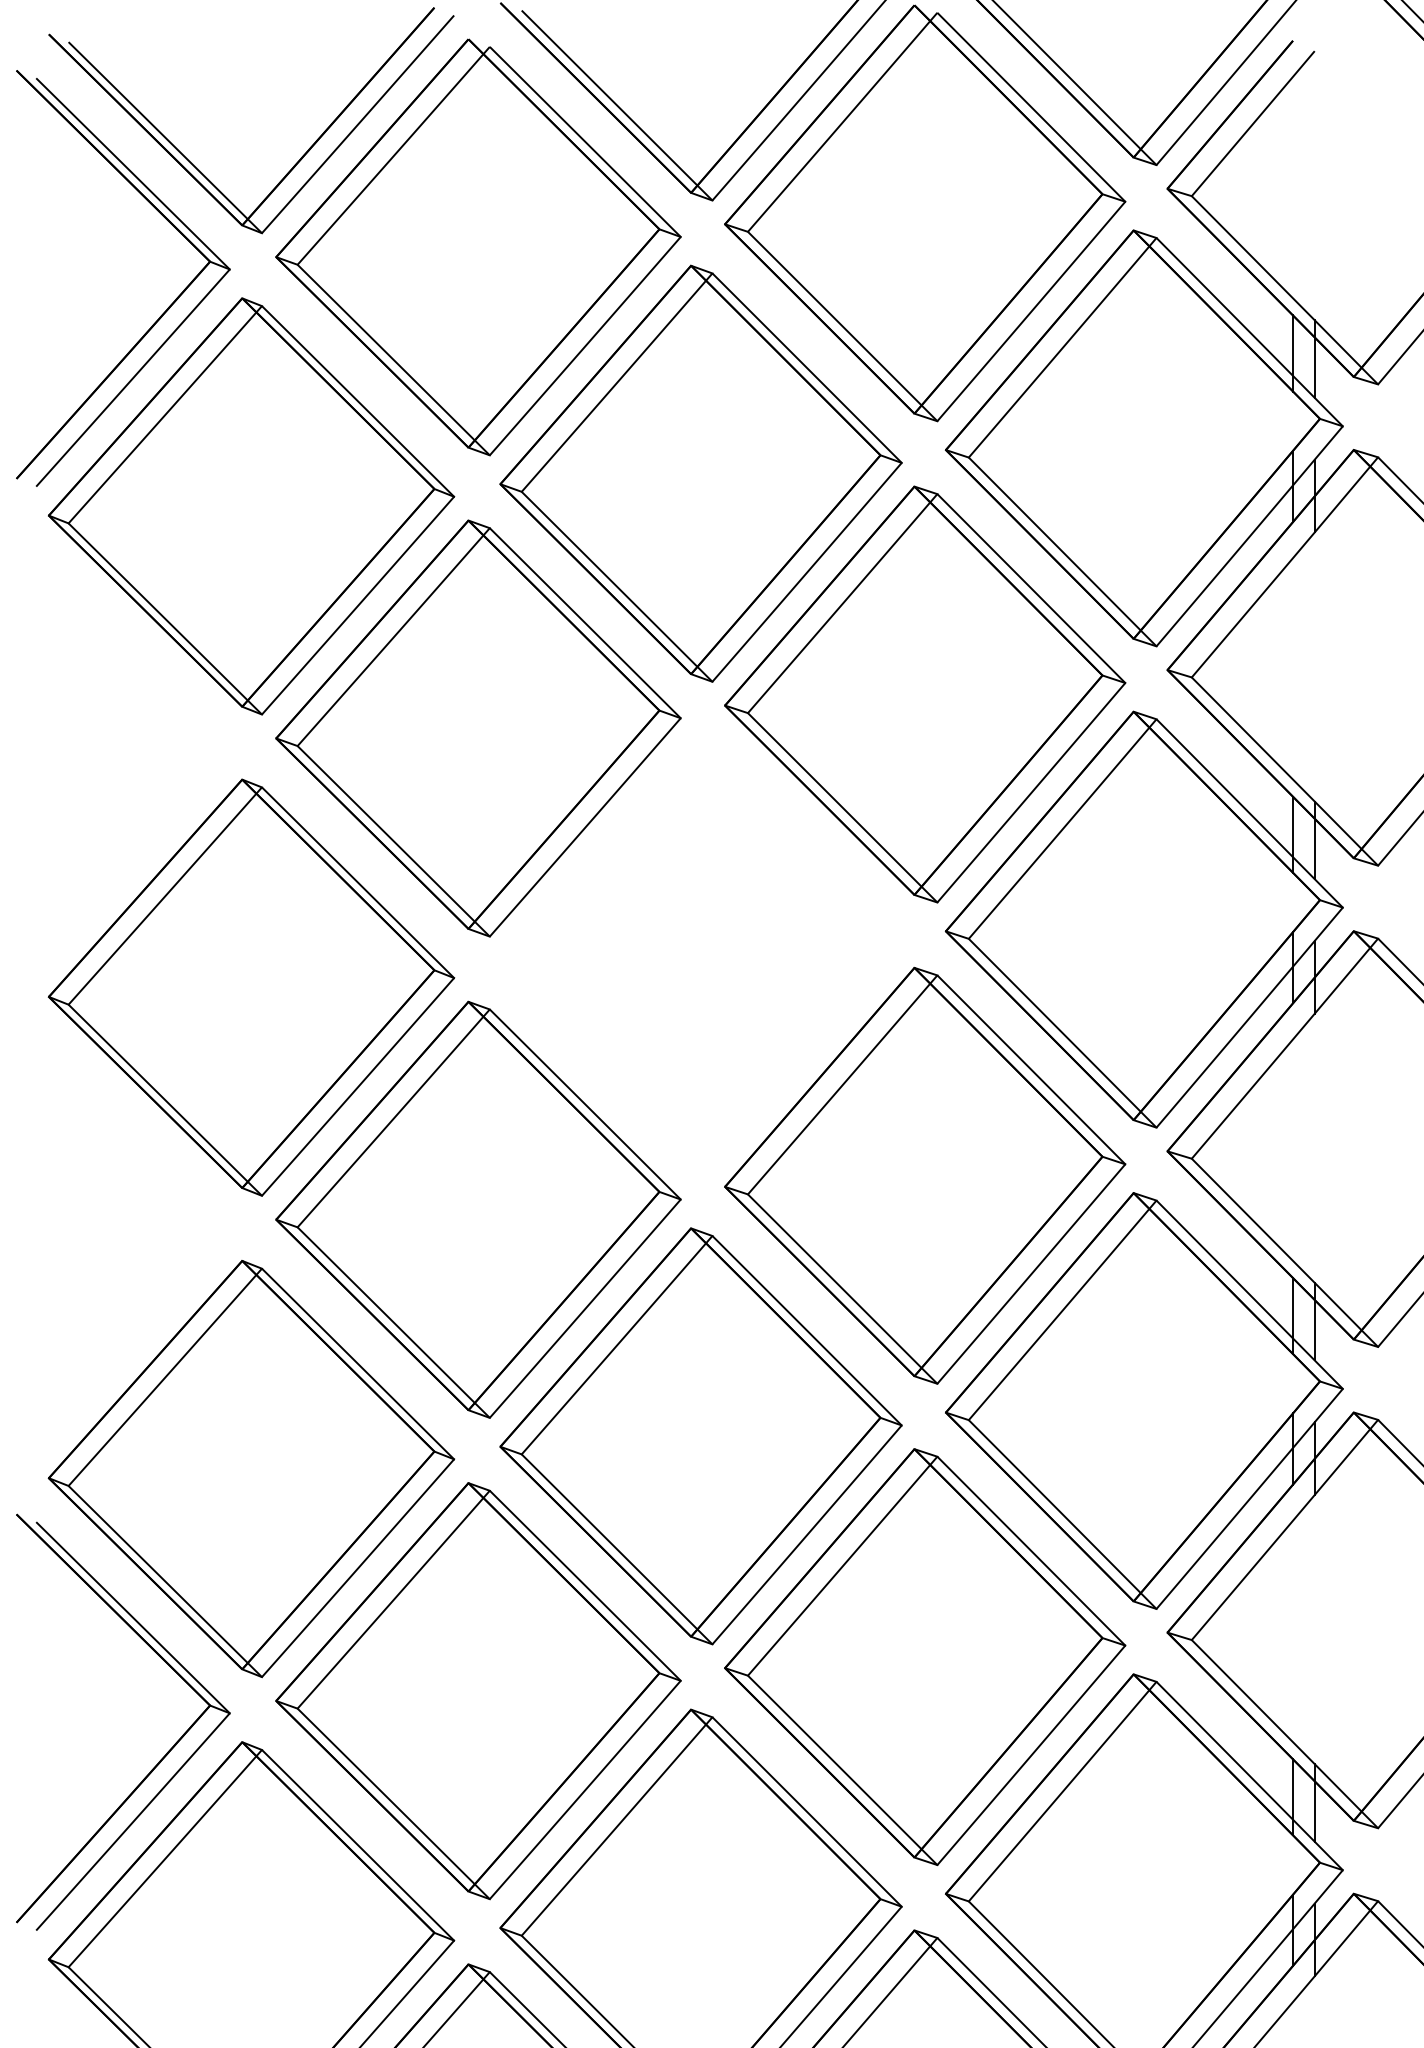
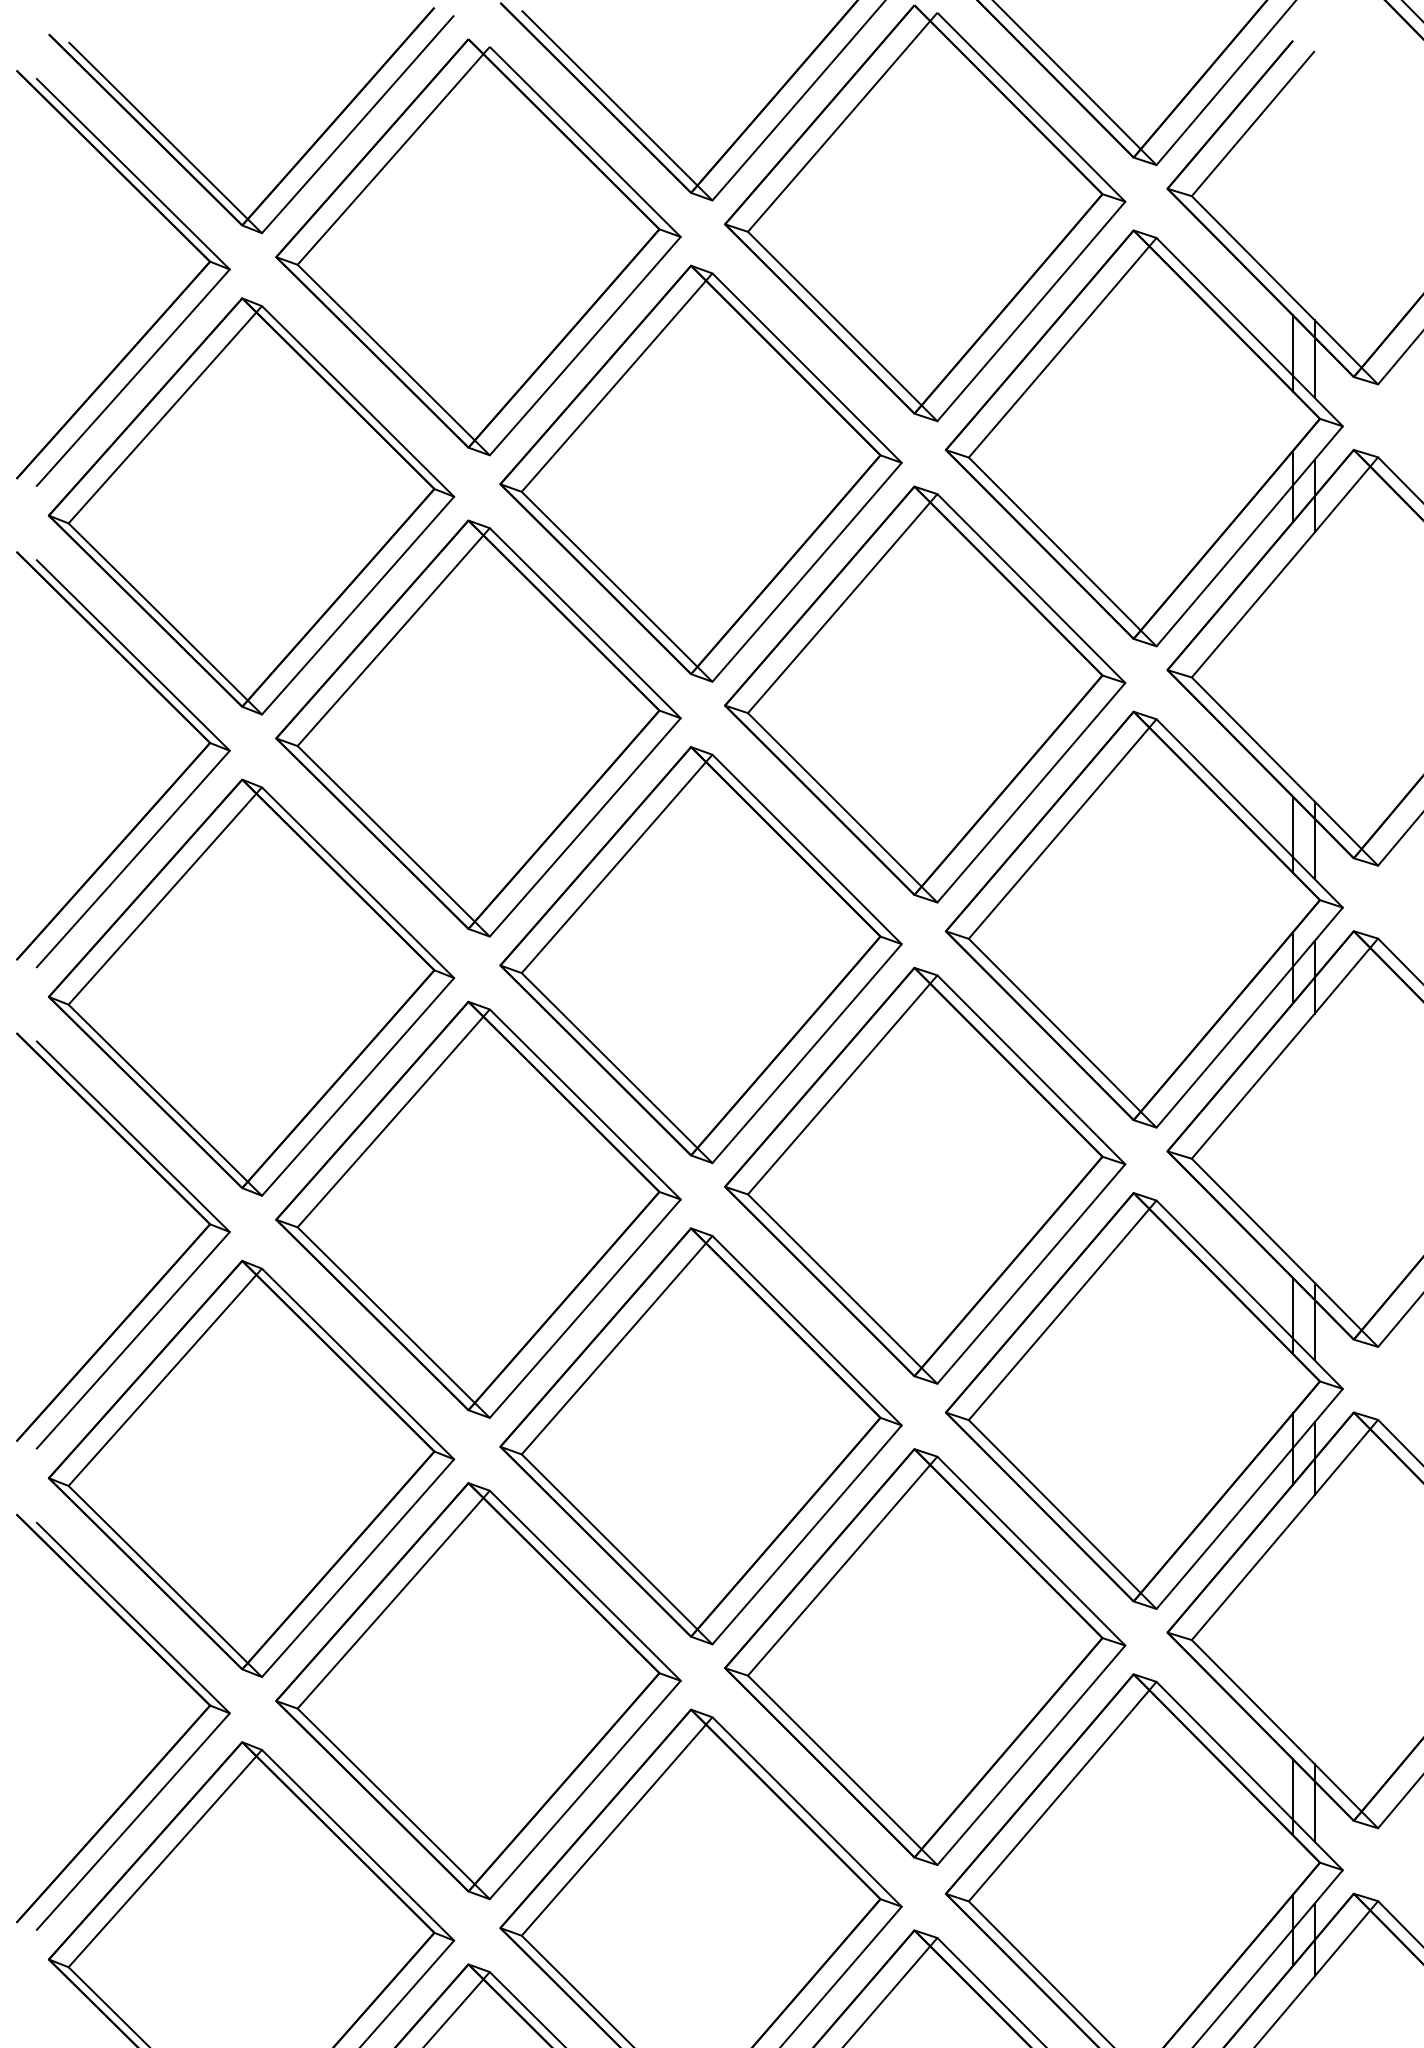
part at (162, 794): none -> present
part at (700, 955): none -> present
part at (165, 1272): none -> present
